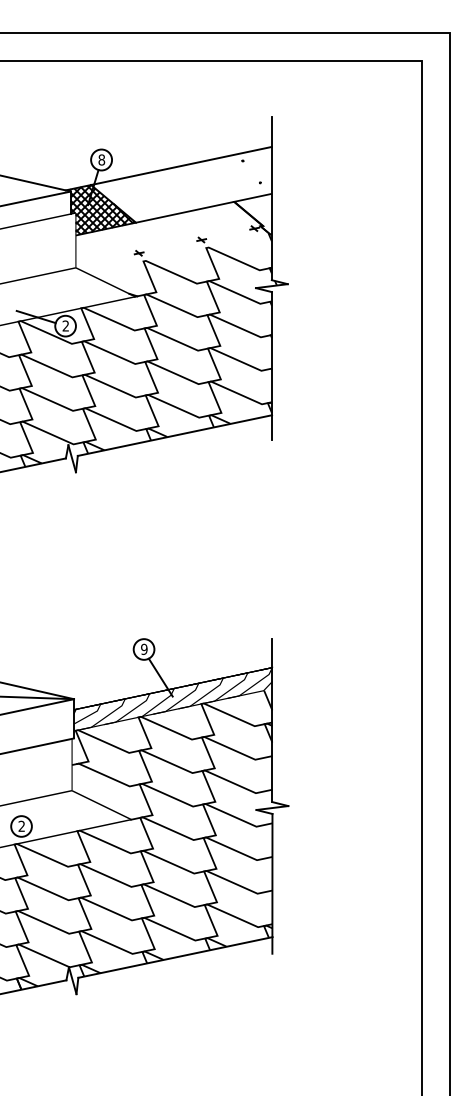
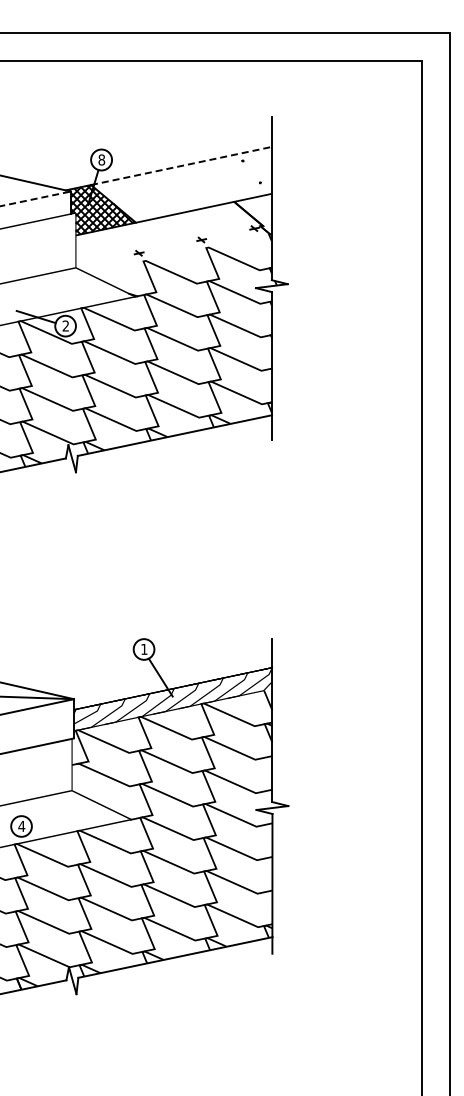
line at (181, 165): solid -> dashed
line at (35, 198): solid -> dashed
text at (144, 648): 9 -> 1
text at (21, 825): 2 -> 4
